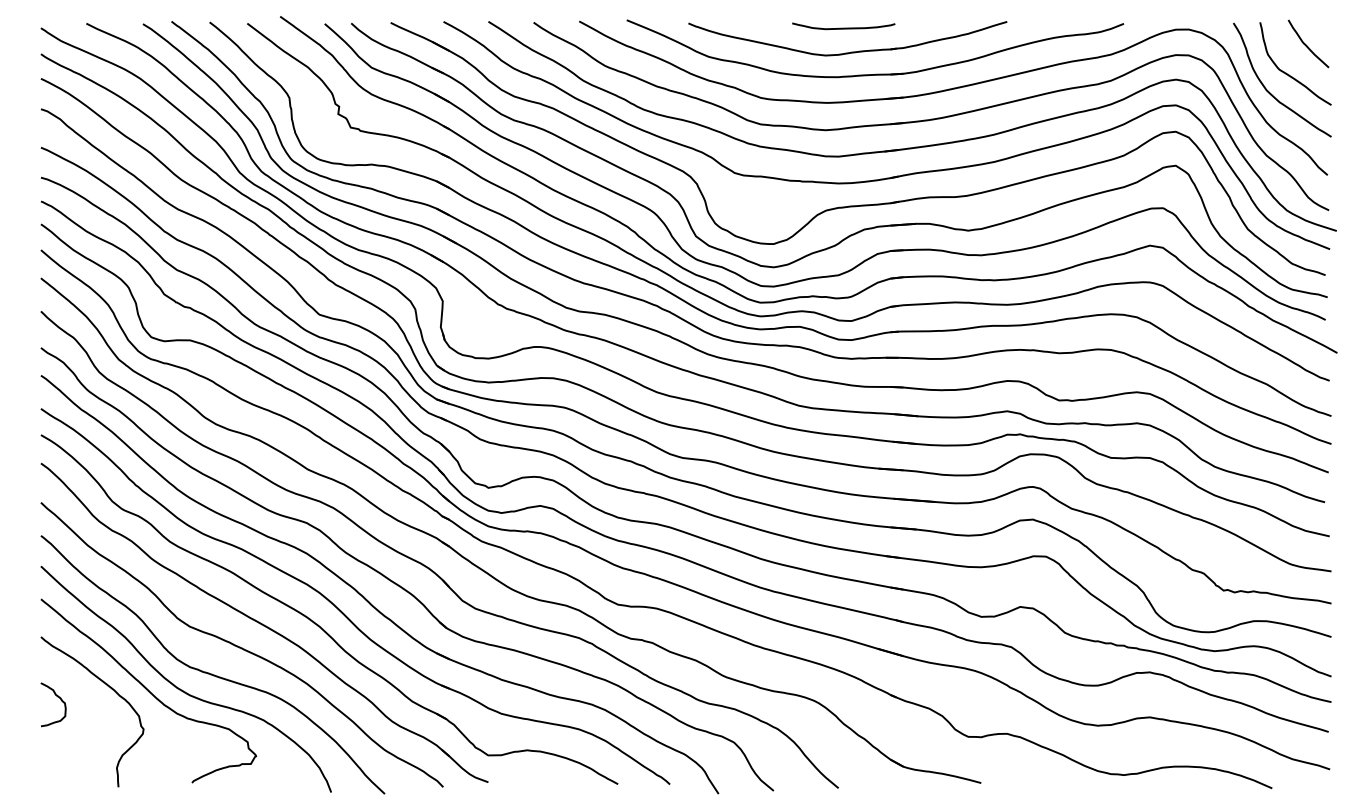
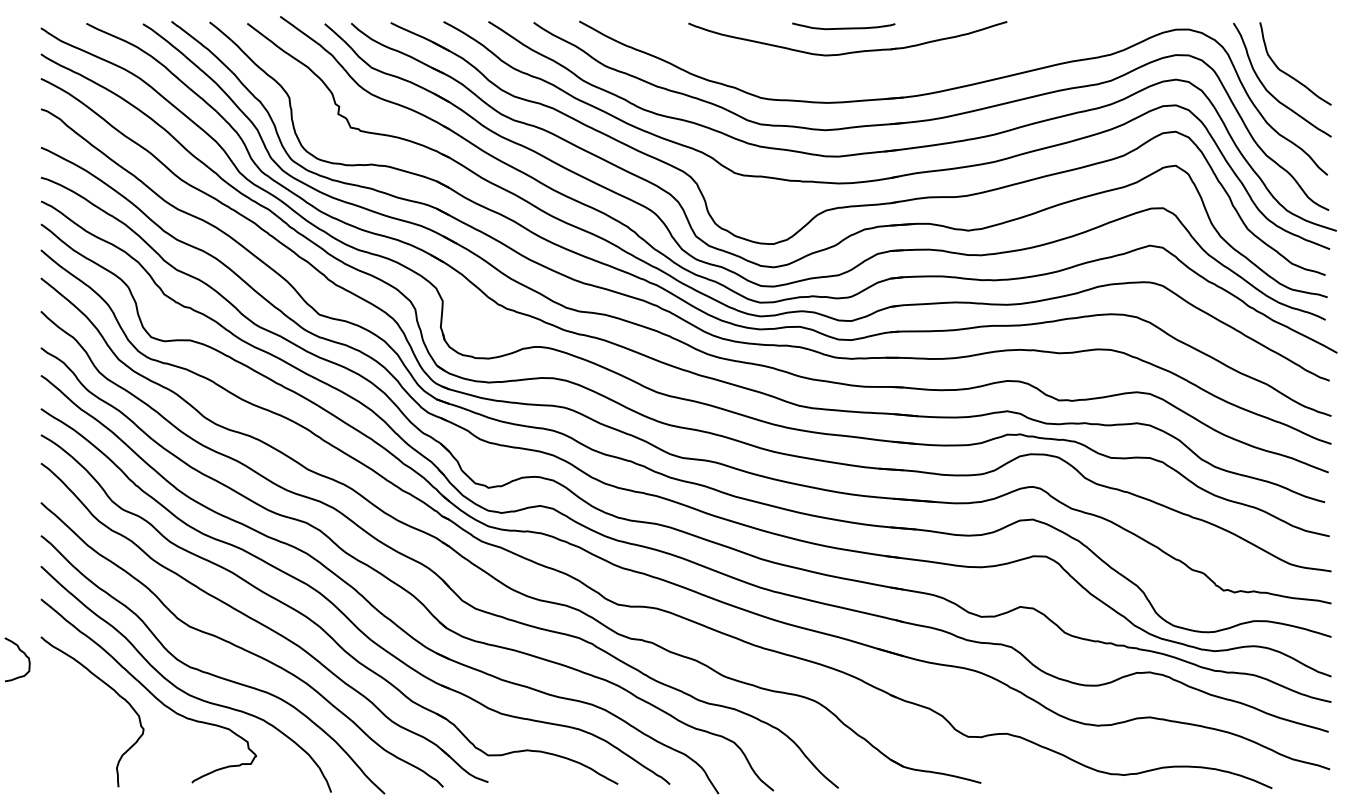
curve at (1306, 44): present -> none
part at (875, 73): present -> none
curve at (57, 697) position: (57, 697) -> (21, 652)
